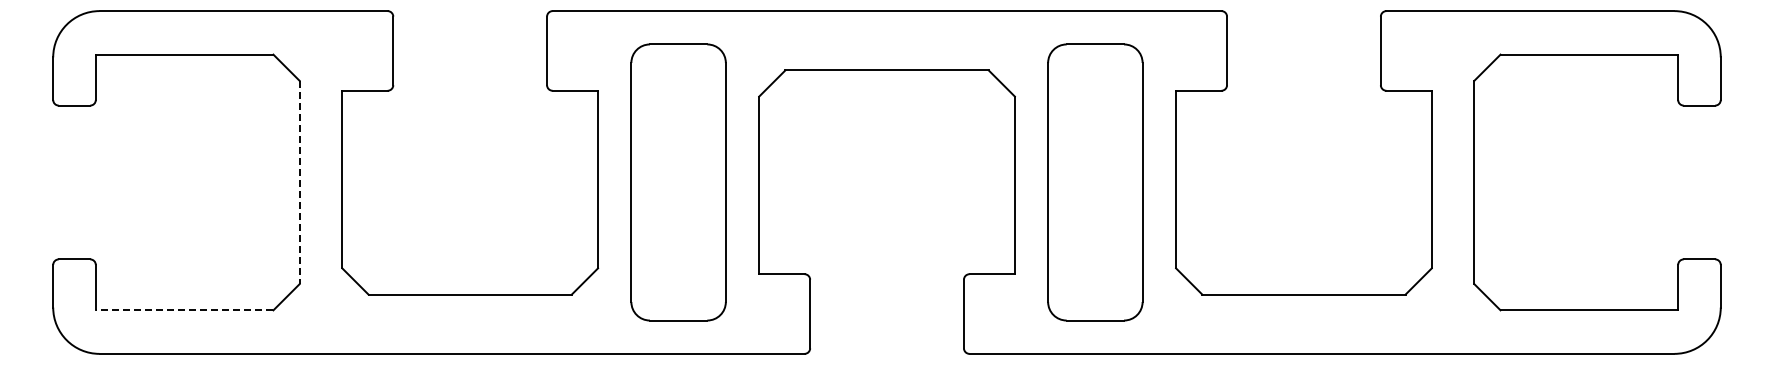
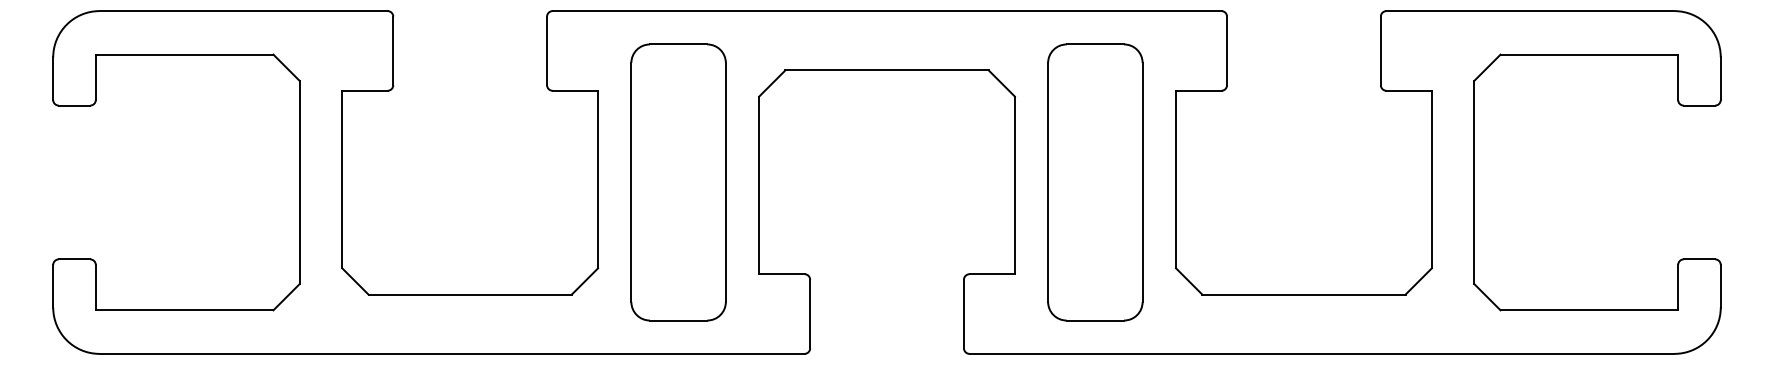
line at (299, 182): dashed -> solid
line at (184, 310): dashed -> solid
